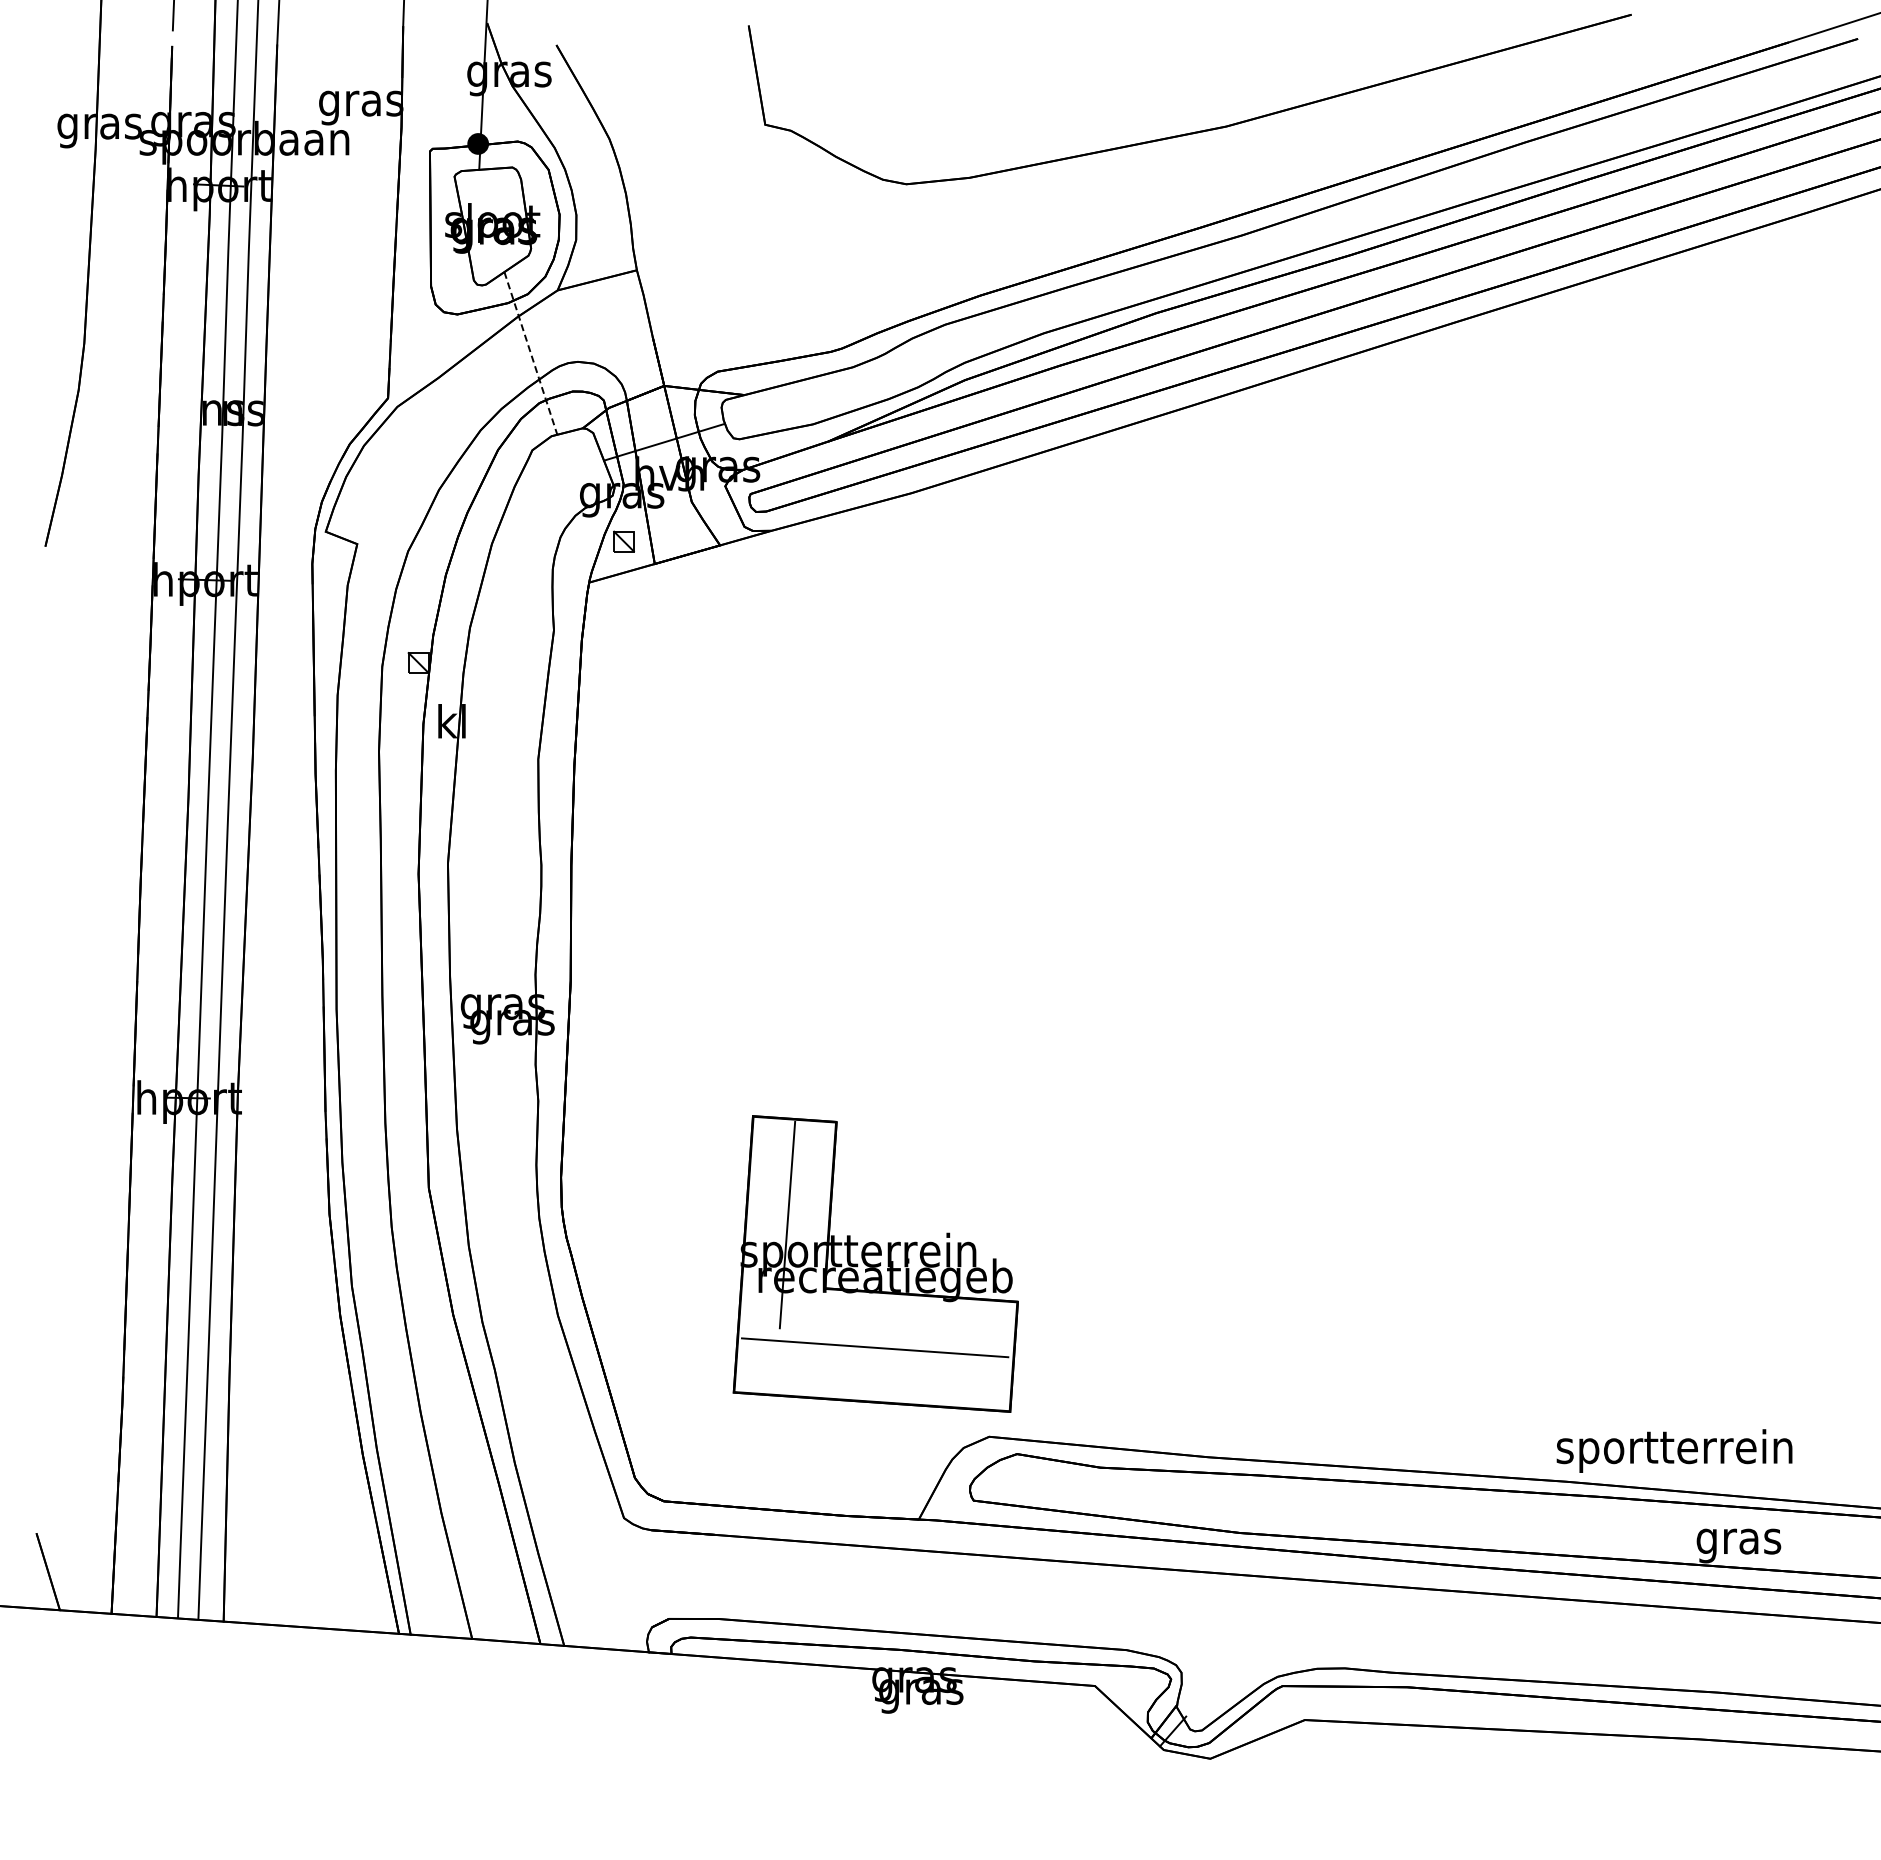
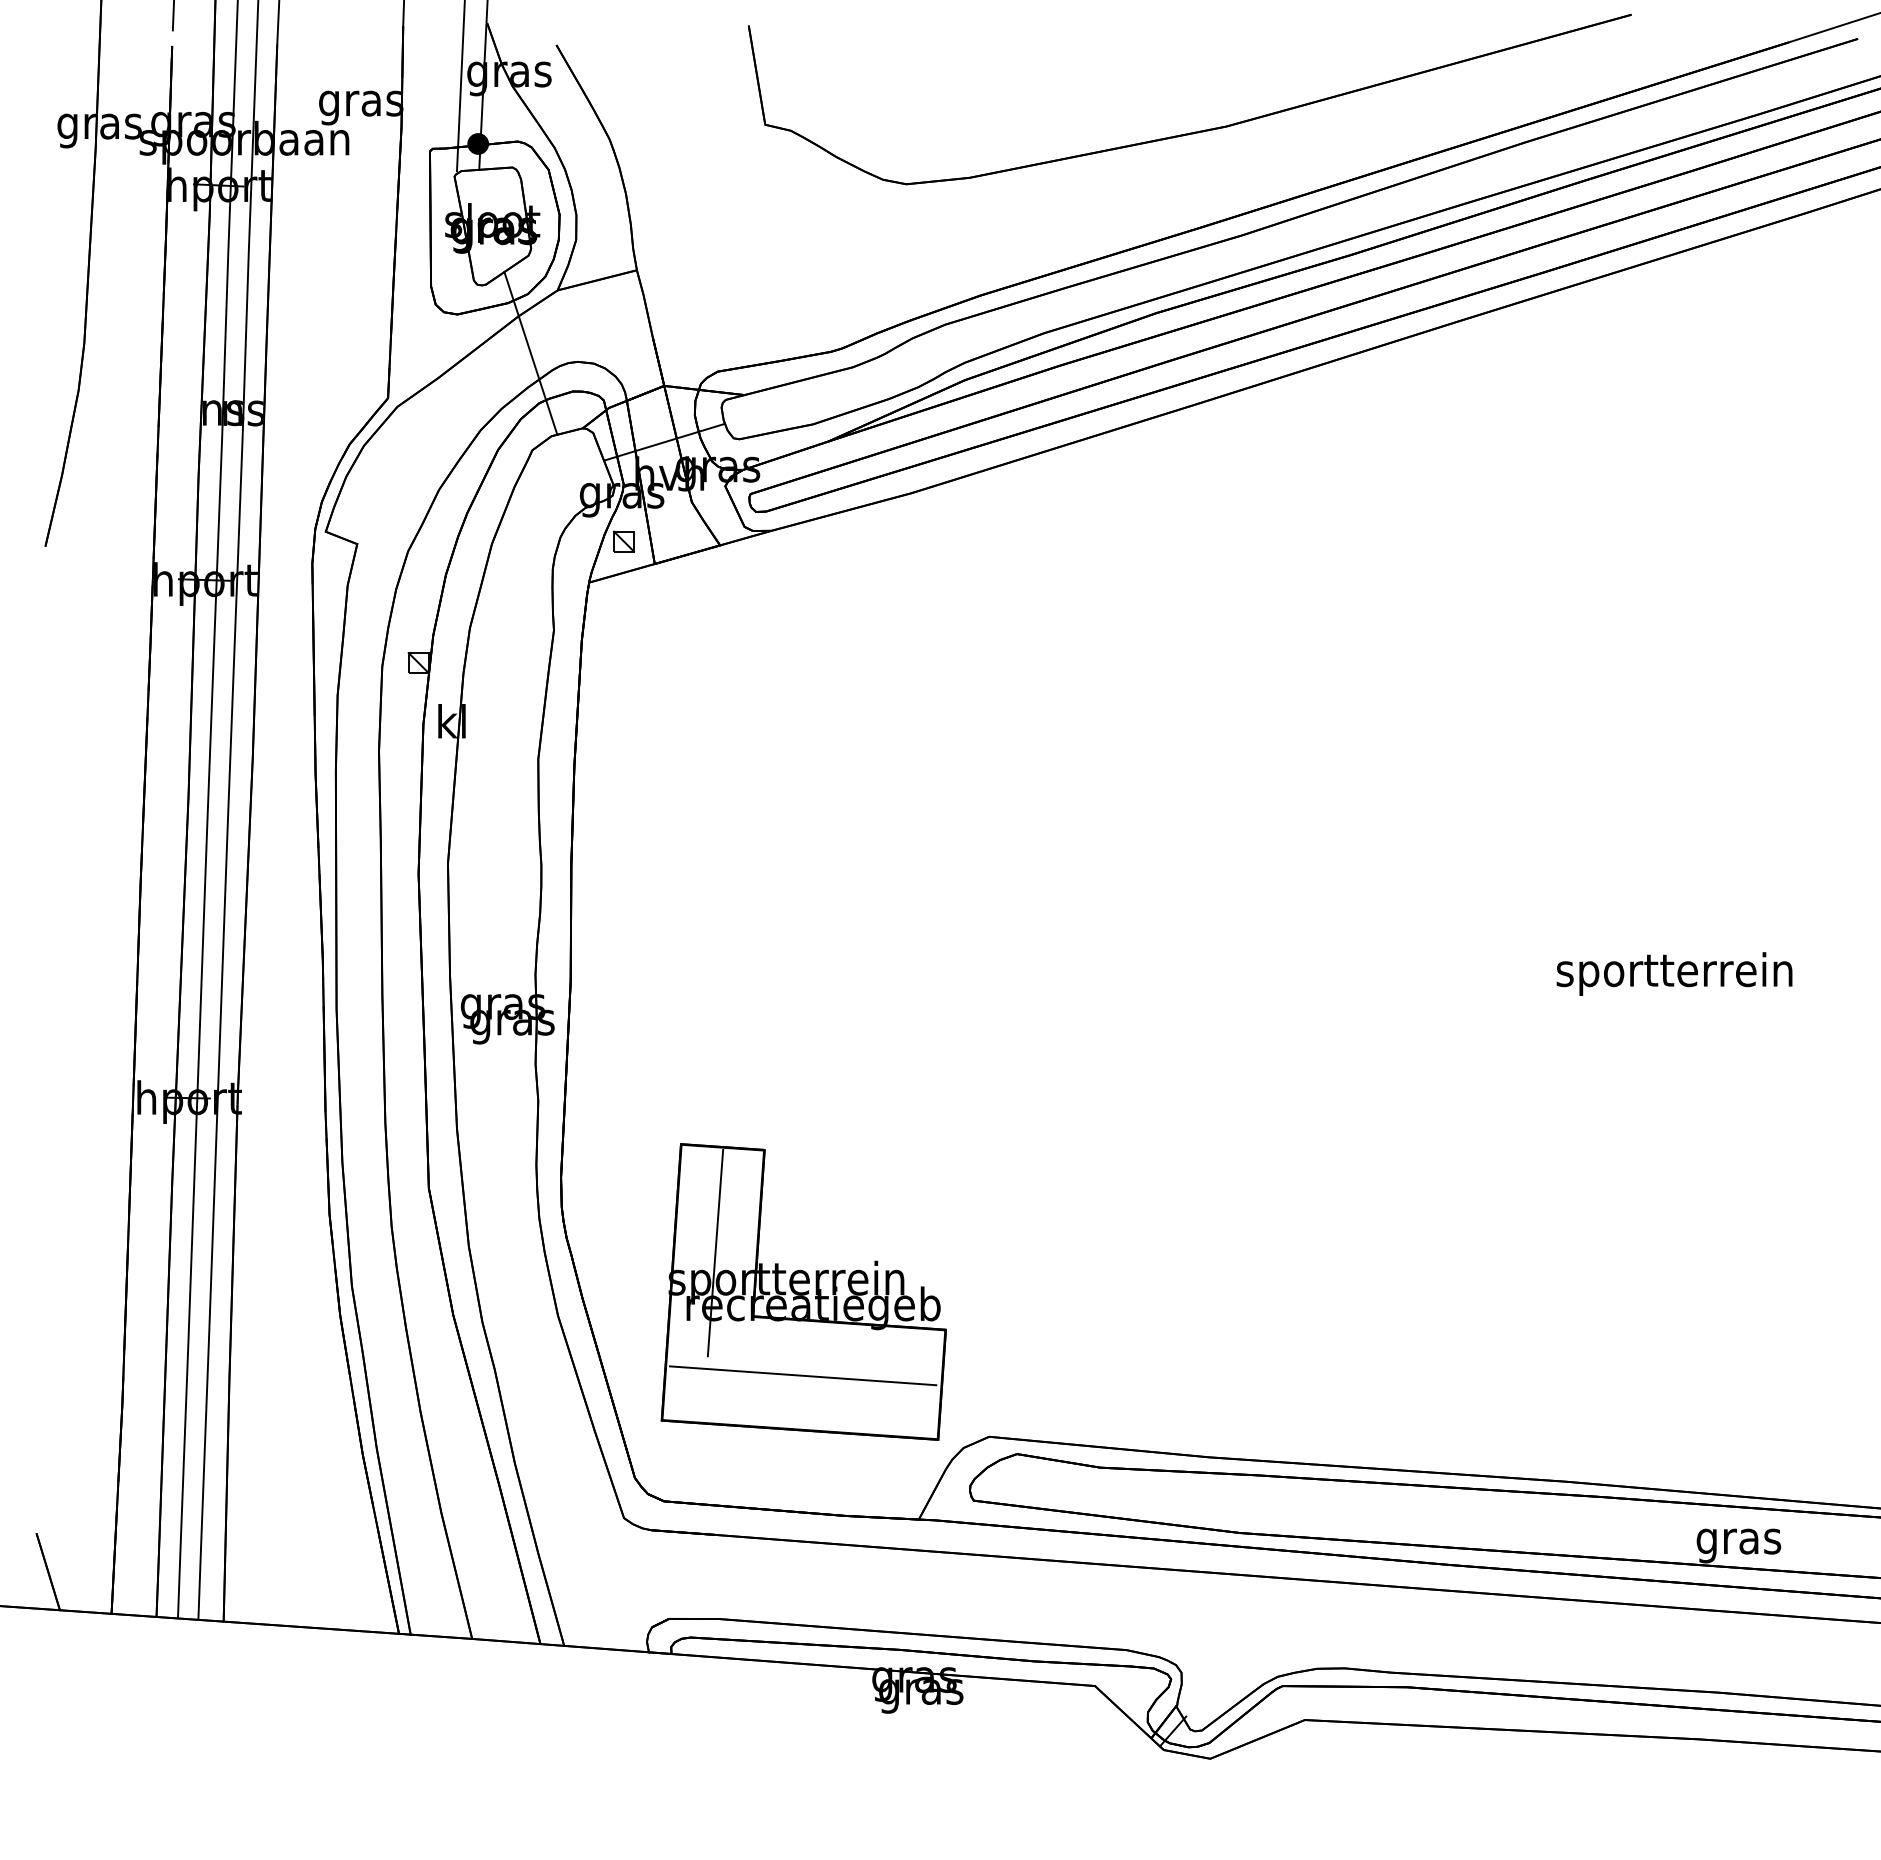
line at (460, 86): none -> present
line at (530, 353): dashed -> solid
part at (875, 1263) position: (875, 1263) -> (803, 1291)
text at (1674, 1450) position: (1674, 1450) -> (1674, 973)
